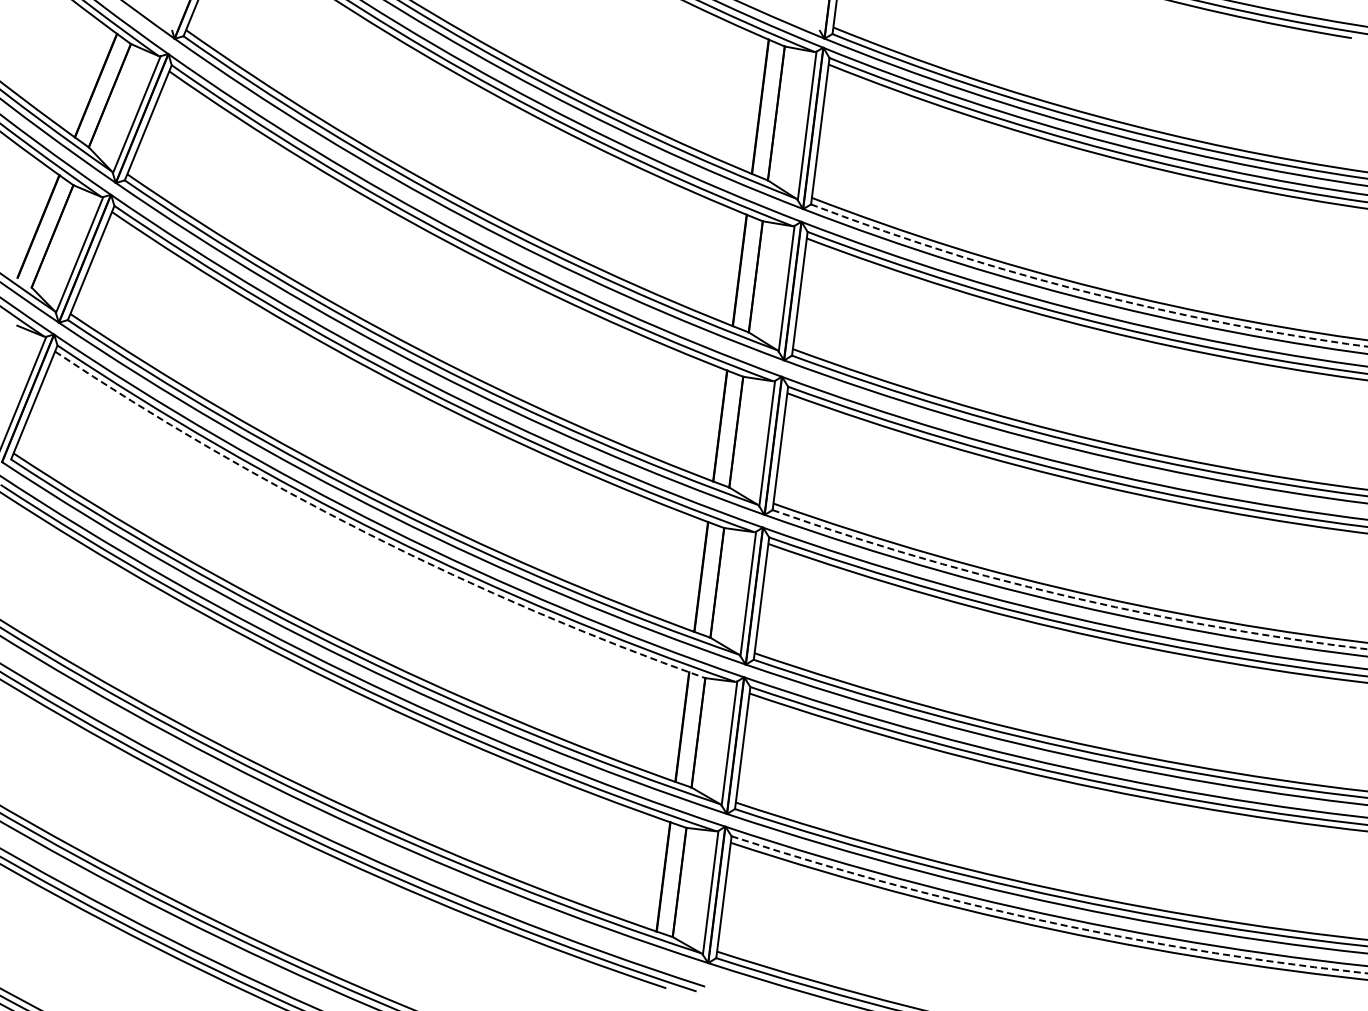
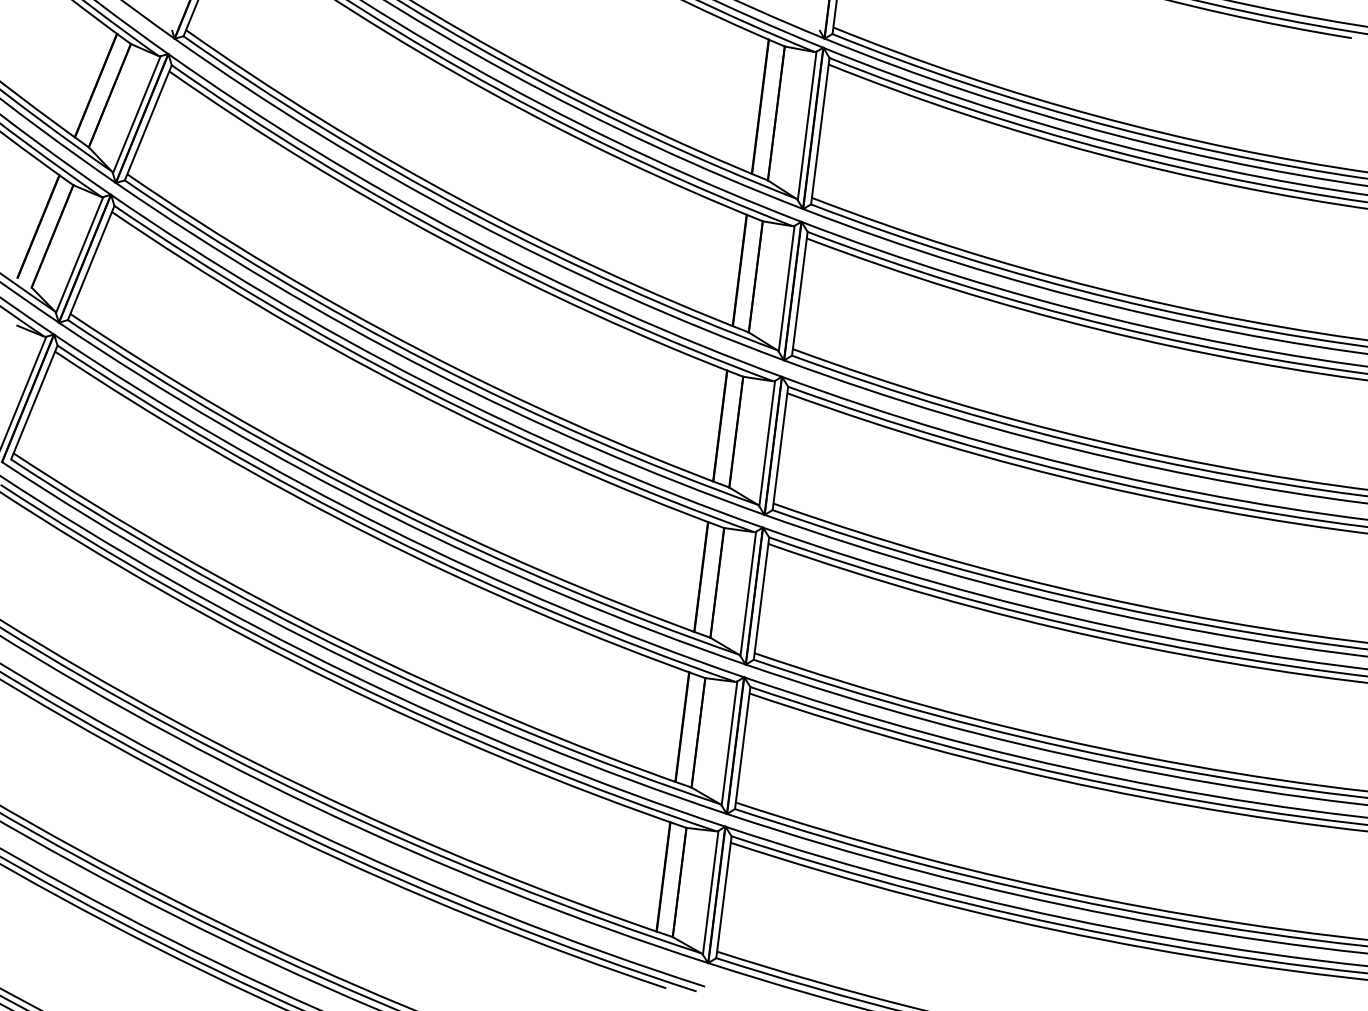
arc at (1085, 291): dashed -> solid
arc at (370, 534): dashed -> solid
arc at (1067, 596): dashed -> solid
arc at (1047, 921): dashed -> solid
